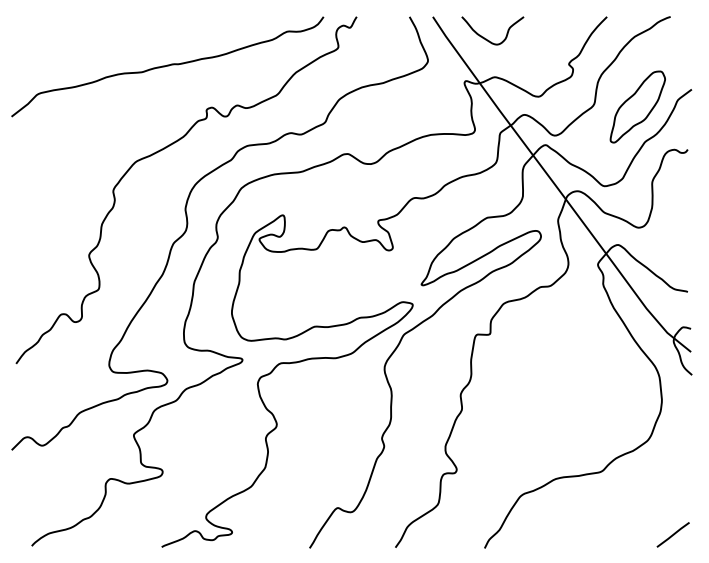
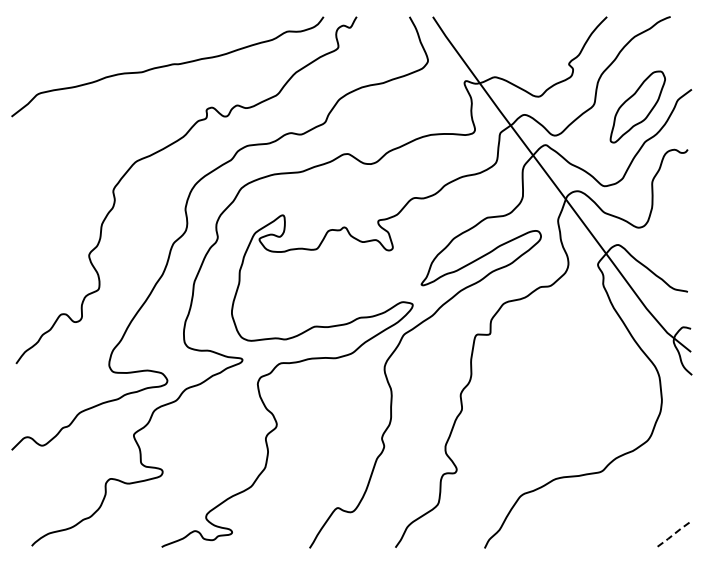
curve at (486, 38): present -> none
line at (673, 534): solid -> dashed
